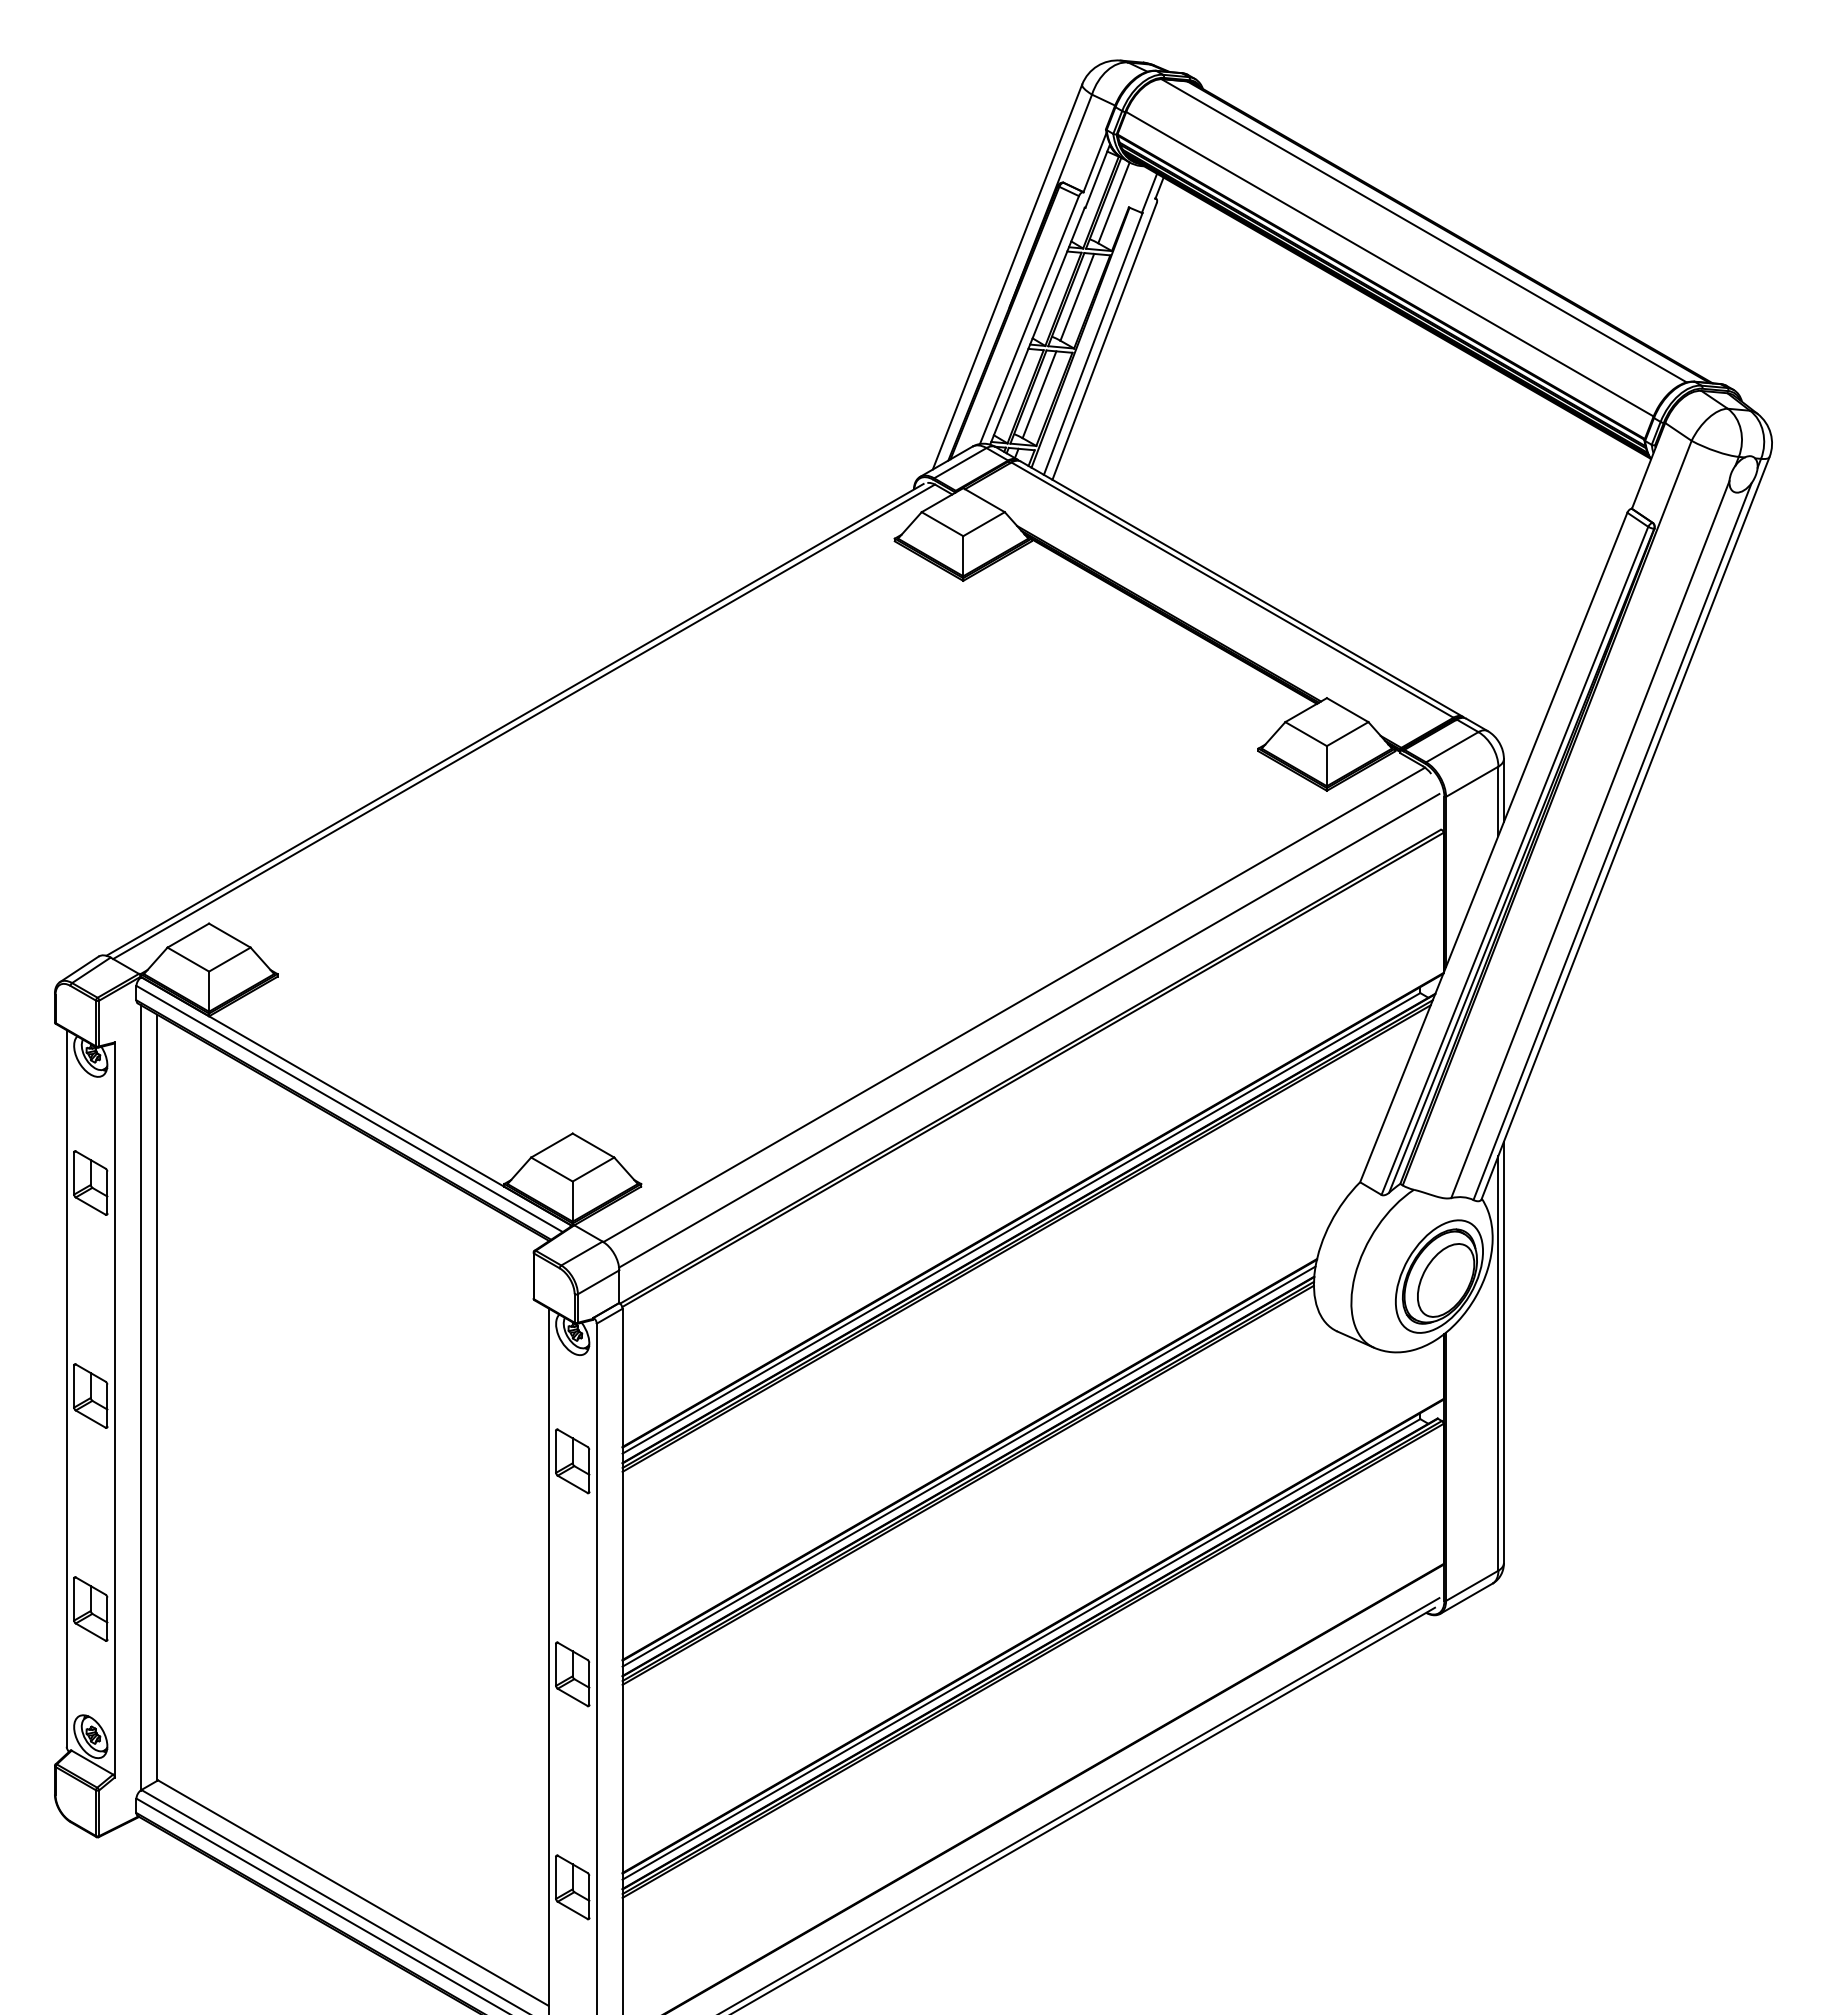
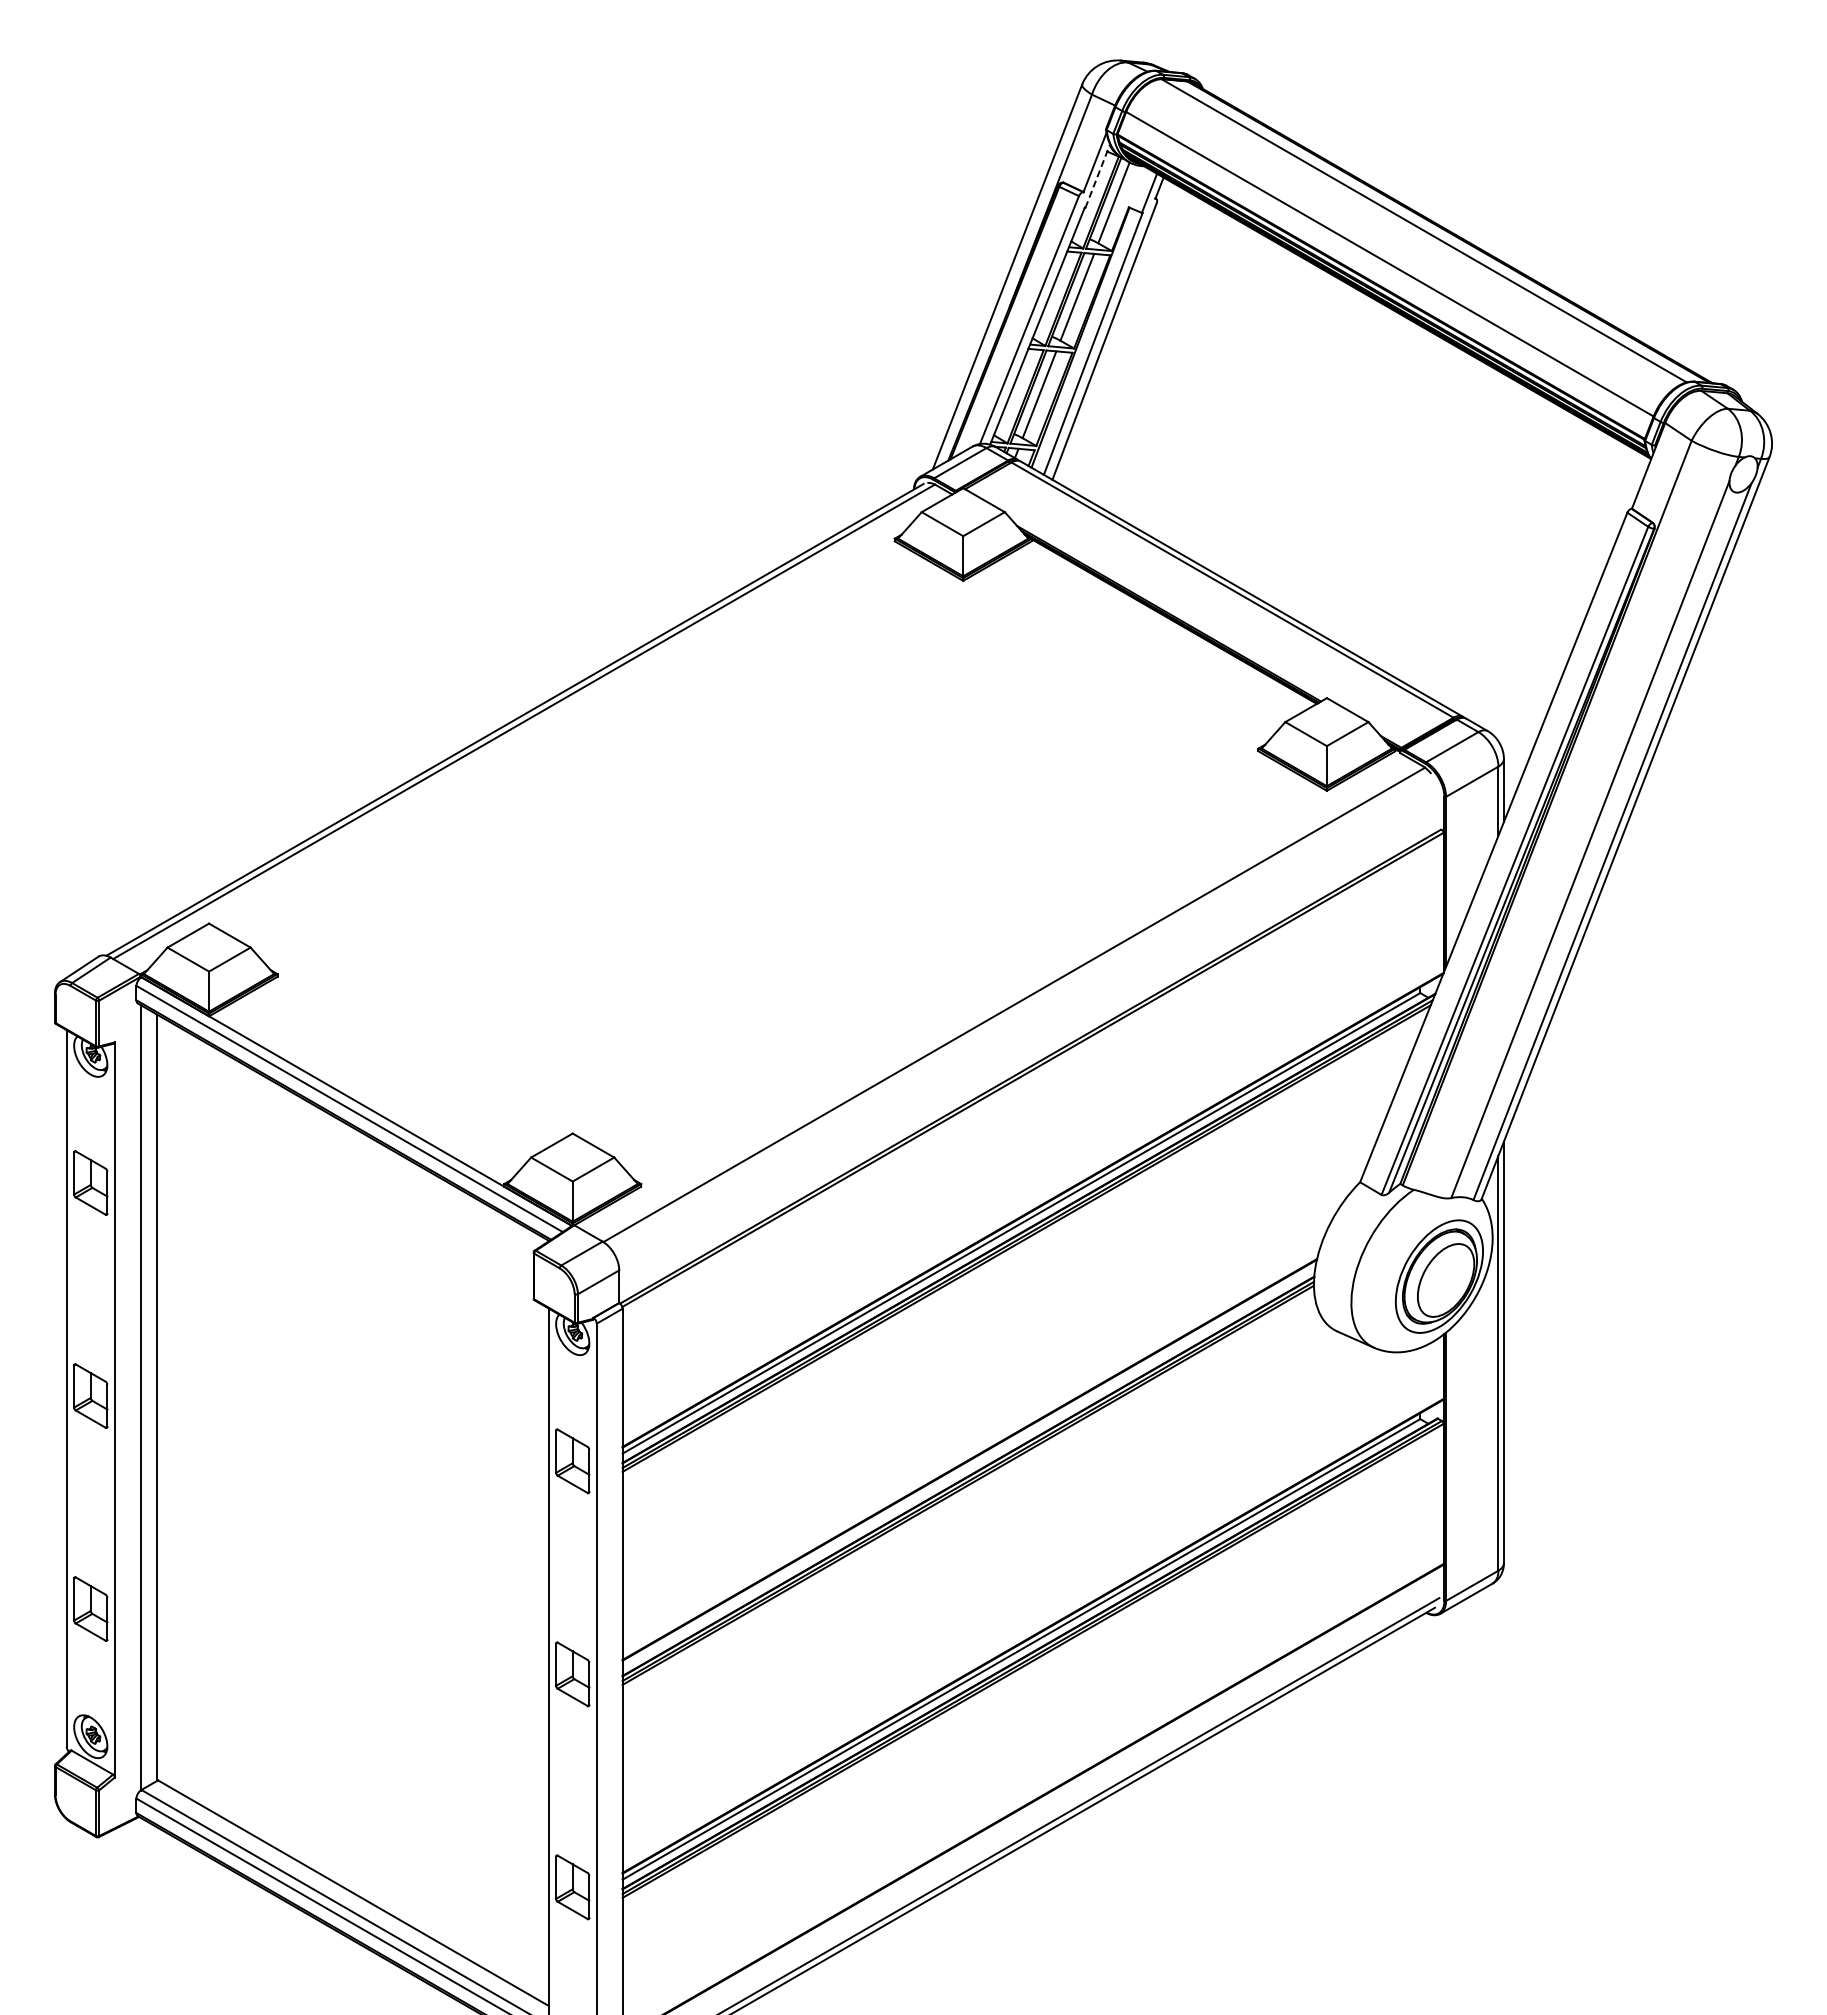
line at (1097, 176): solid -> dashed
line at (1029, 1030): present -> none
line at (968, 1466): present -> none
